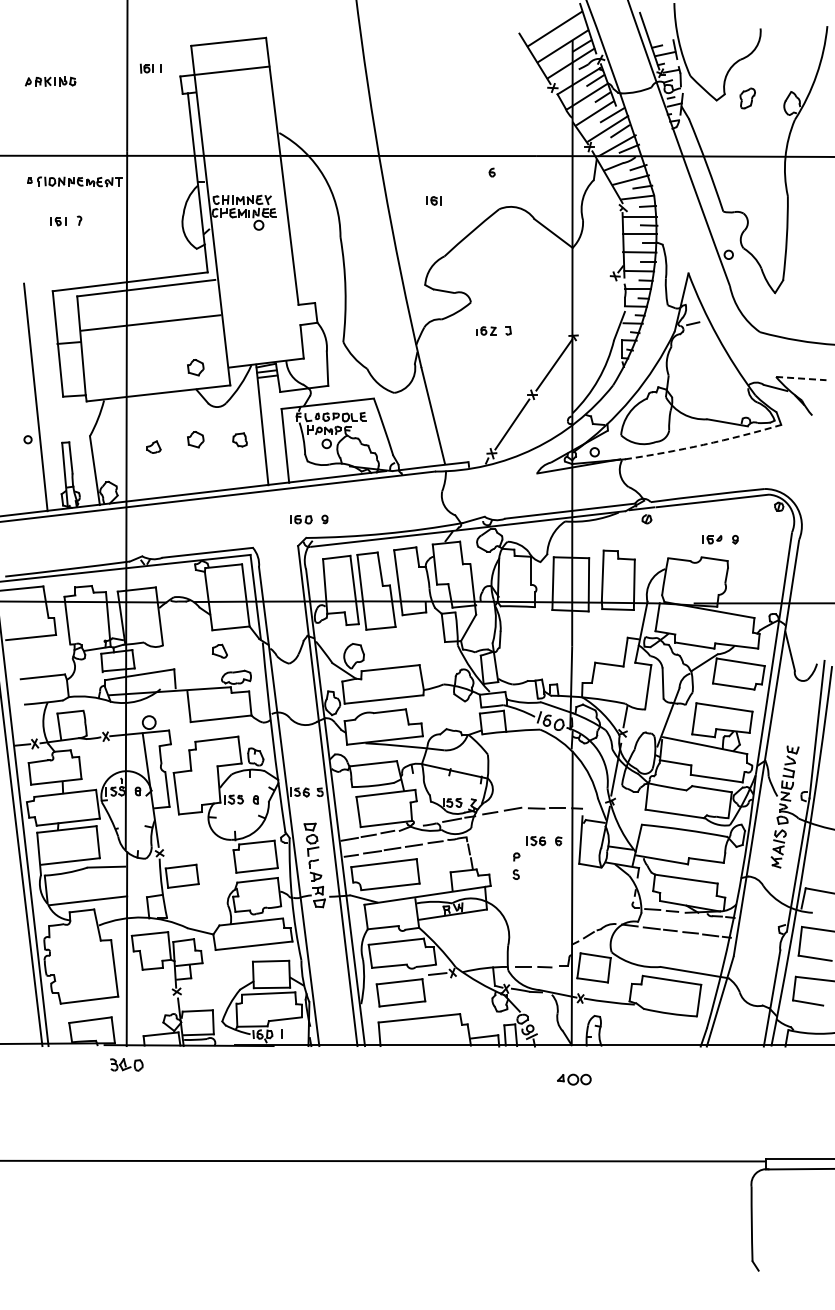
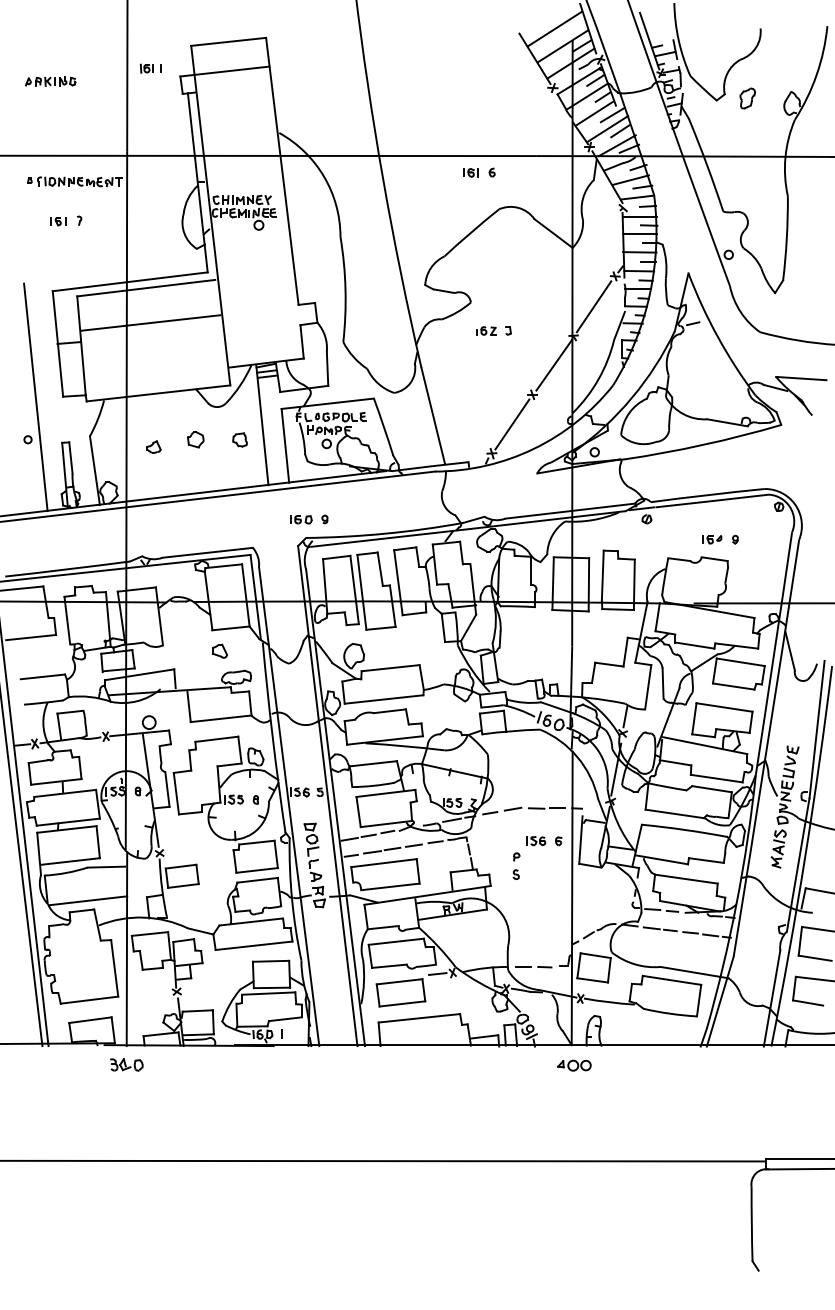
part at (433, 200) position: (433, 200) -> (470, 172)
line at (593, 306): none -> present
part at (195, 367): present -> none
line at (801, 378): dashed -> solid
arc at (703, 444): dashed -> solid
part at (574, 1079) position: (574, 1079) -> (574, 1065)
